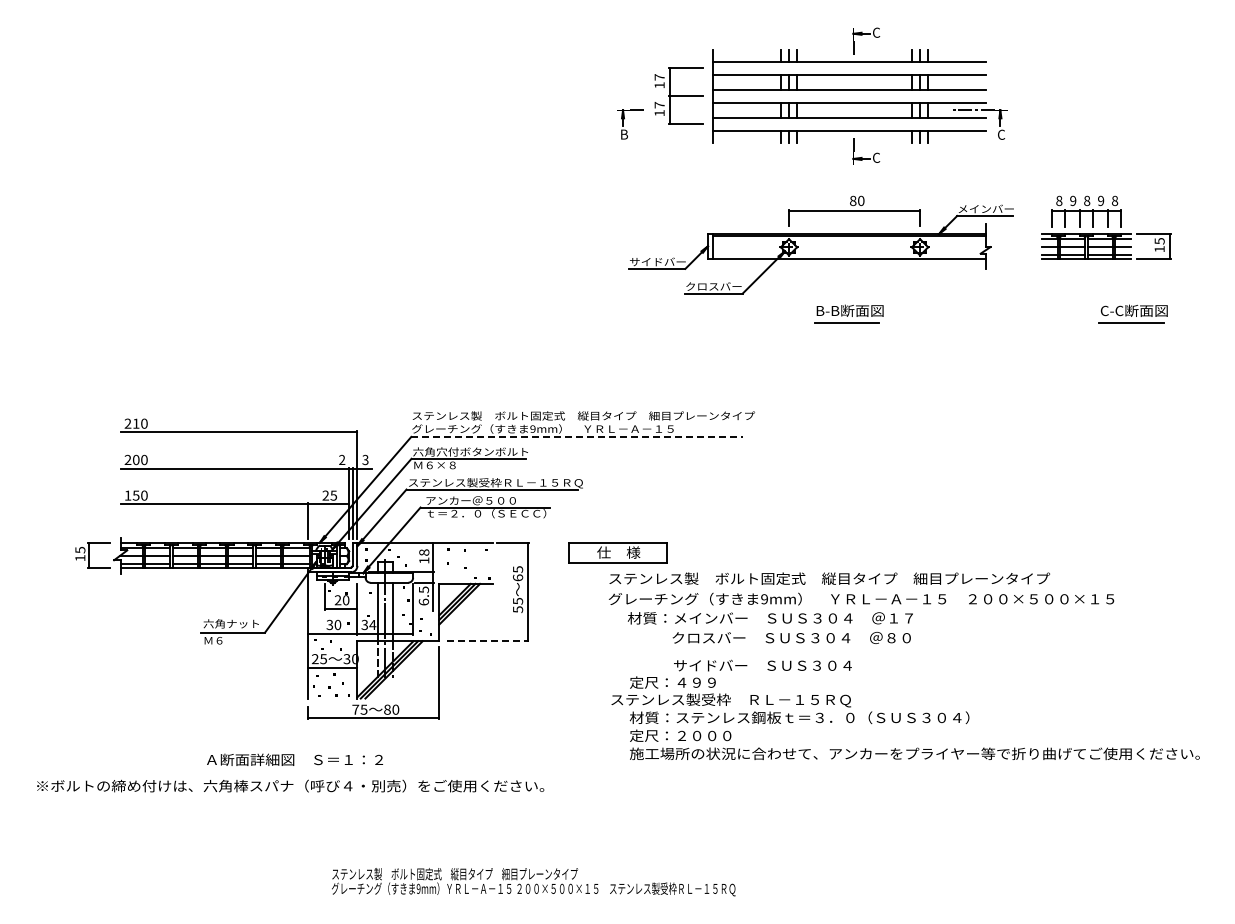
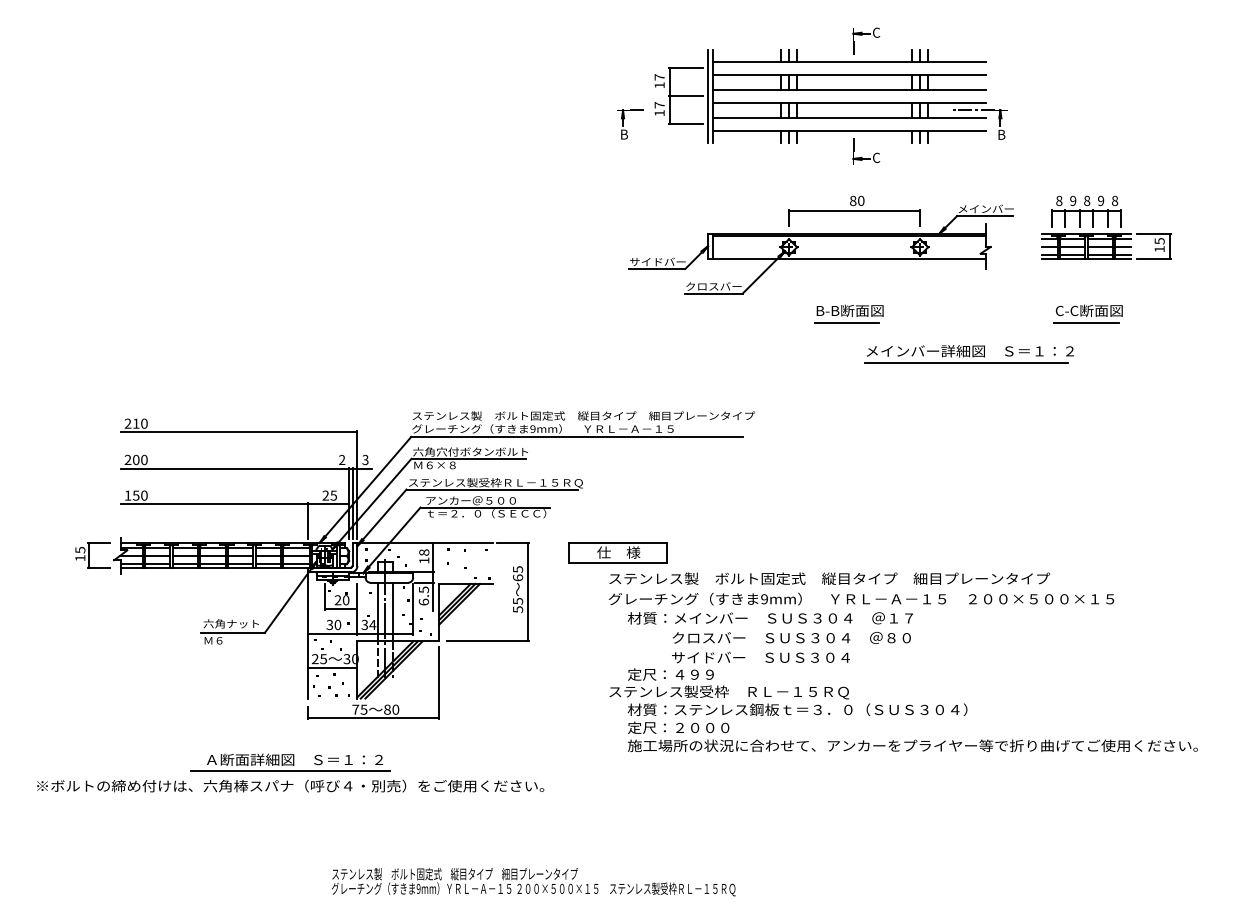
line at (707, 95): none -> present
text at (1001, 134): C -> B
part at (1132, 313) position: (1132, 313) -> (1087, 313)
part at (968, 354): none -> present
line at (577, 436): dashed -> solid
line at (488, 641): dashed -> solid
text at (905, 709) position: (905, 709) -> (903, 701)
line at (290, 770): none -> present
